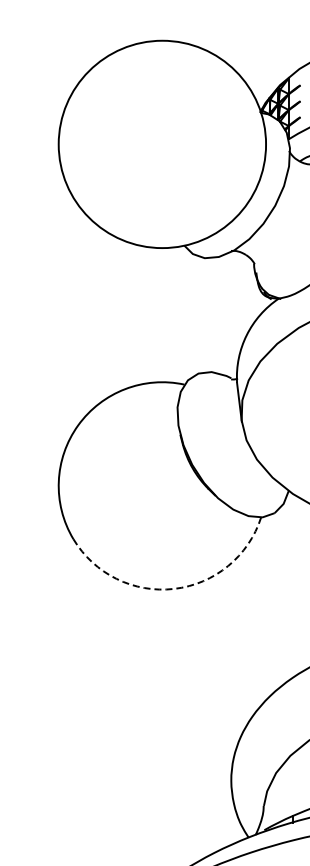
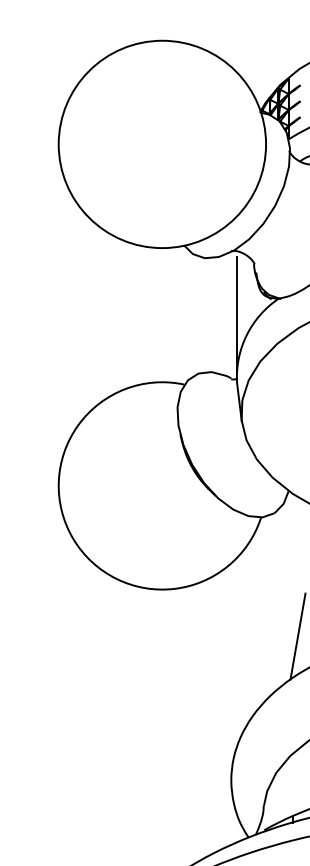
line at (236, 314): none -> present
arc at (174, 588): dashed -> solid
line at (297, 636): none -> present
